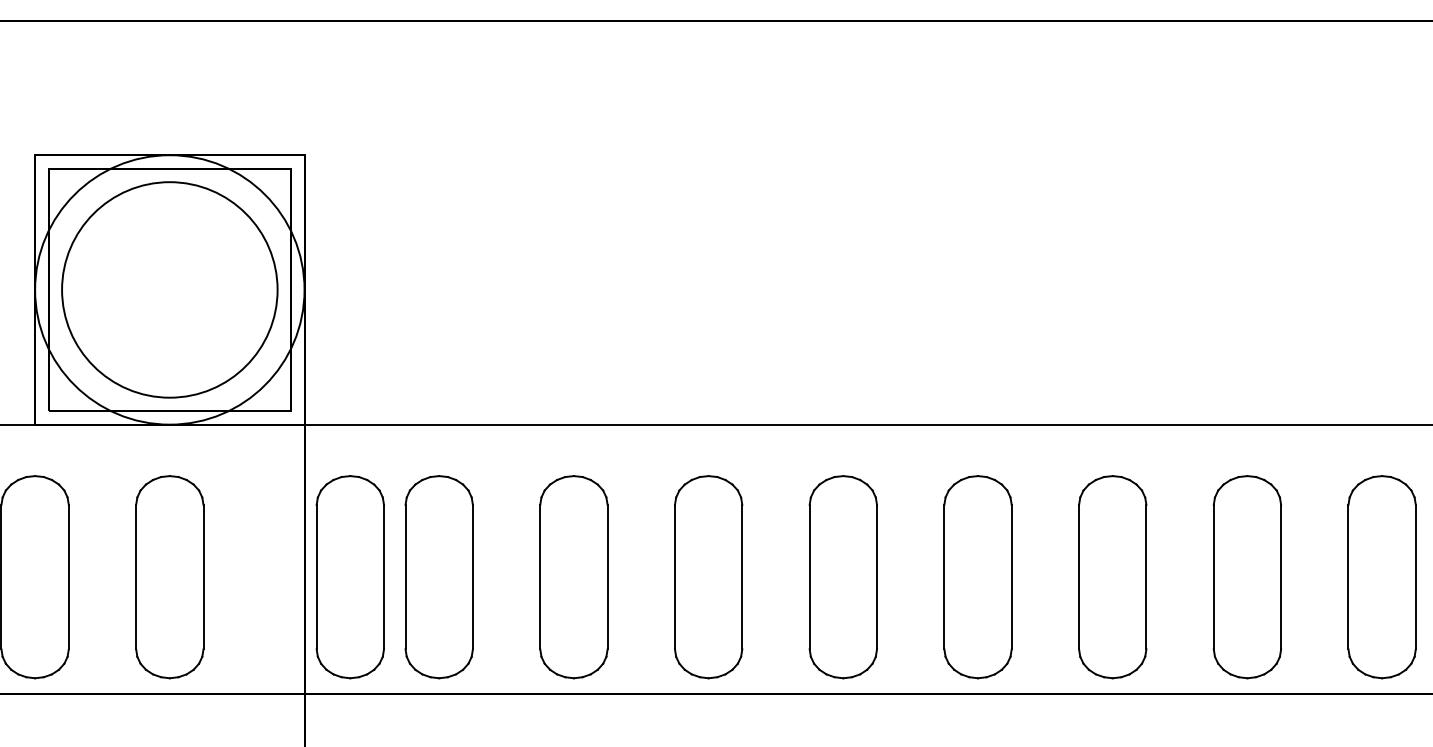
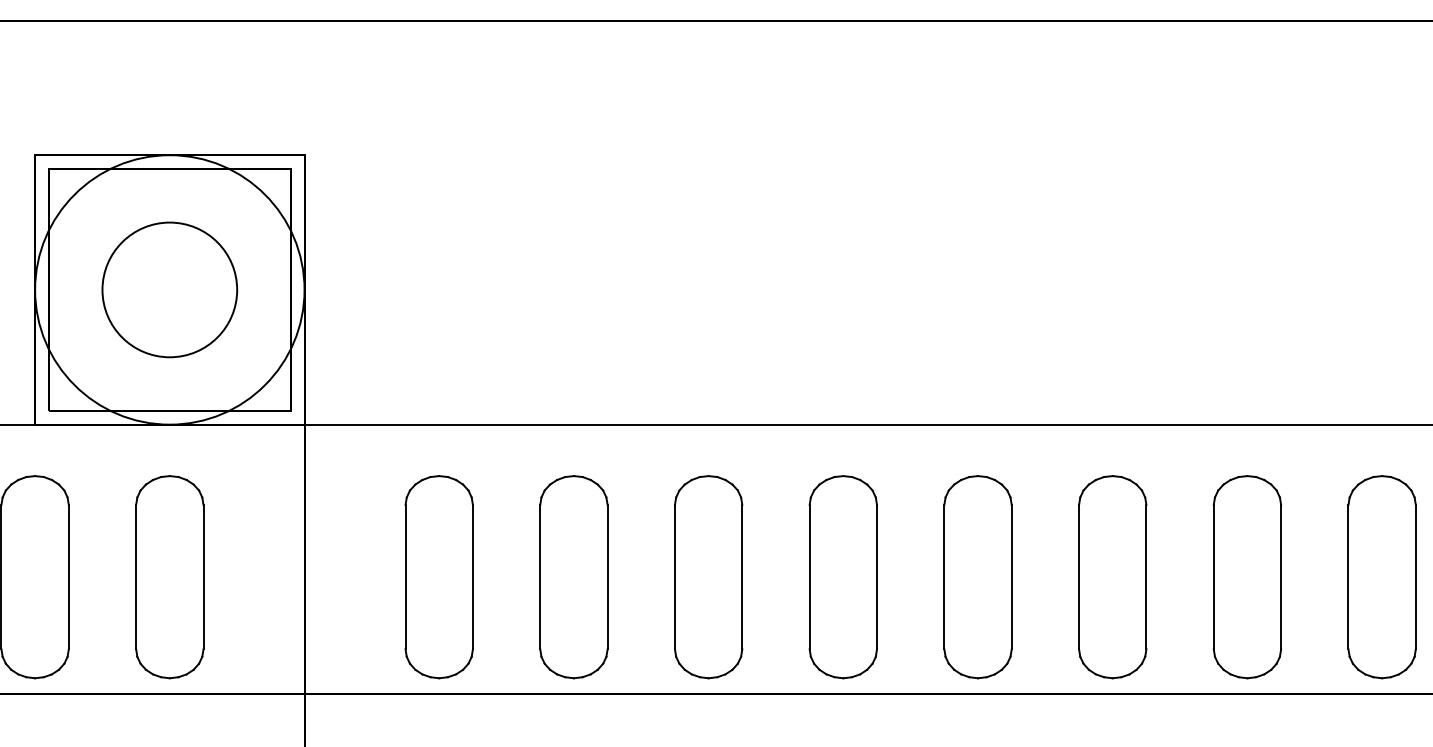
circle at (169, 289) diameter: 216 px -> 135 px
part at (349, 577): present -> none
